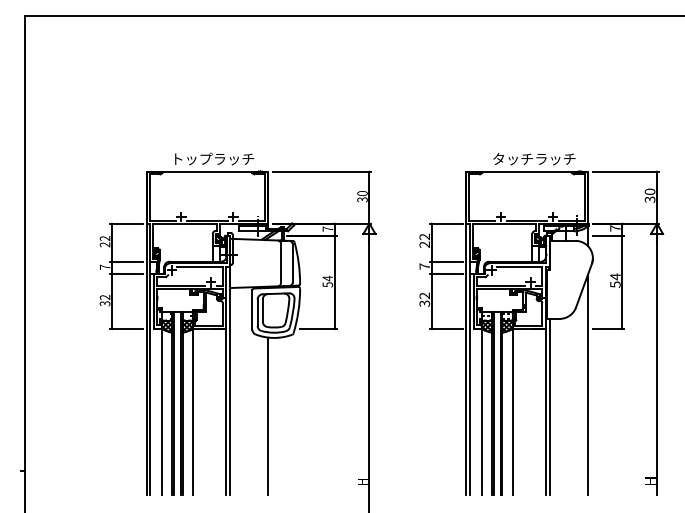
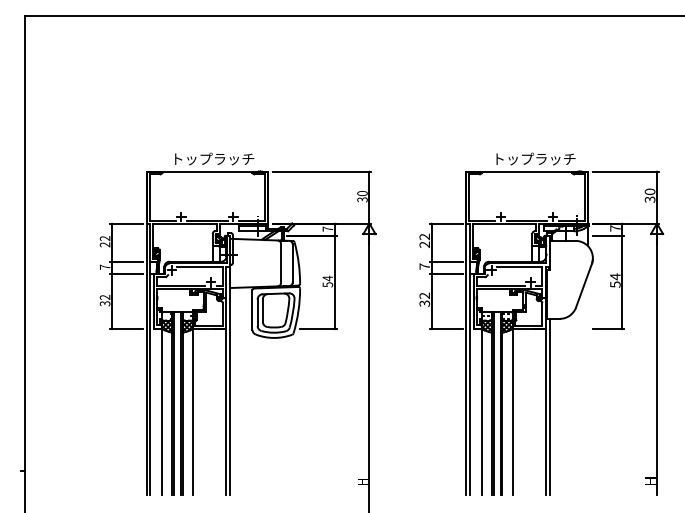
text at (513, 158): タッチラッチ -> トップラッチ
line at (587, 384): present -> none
line at (268, 415): present -> none
